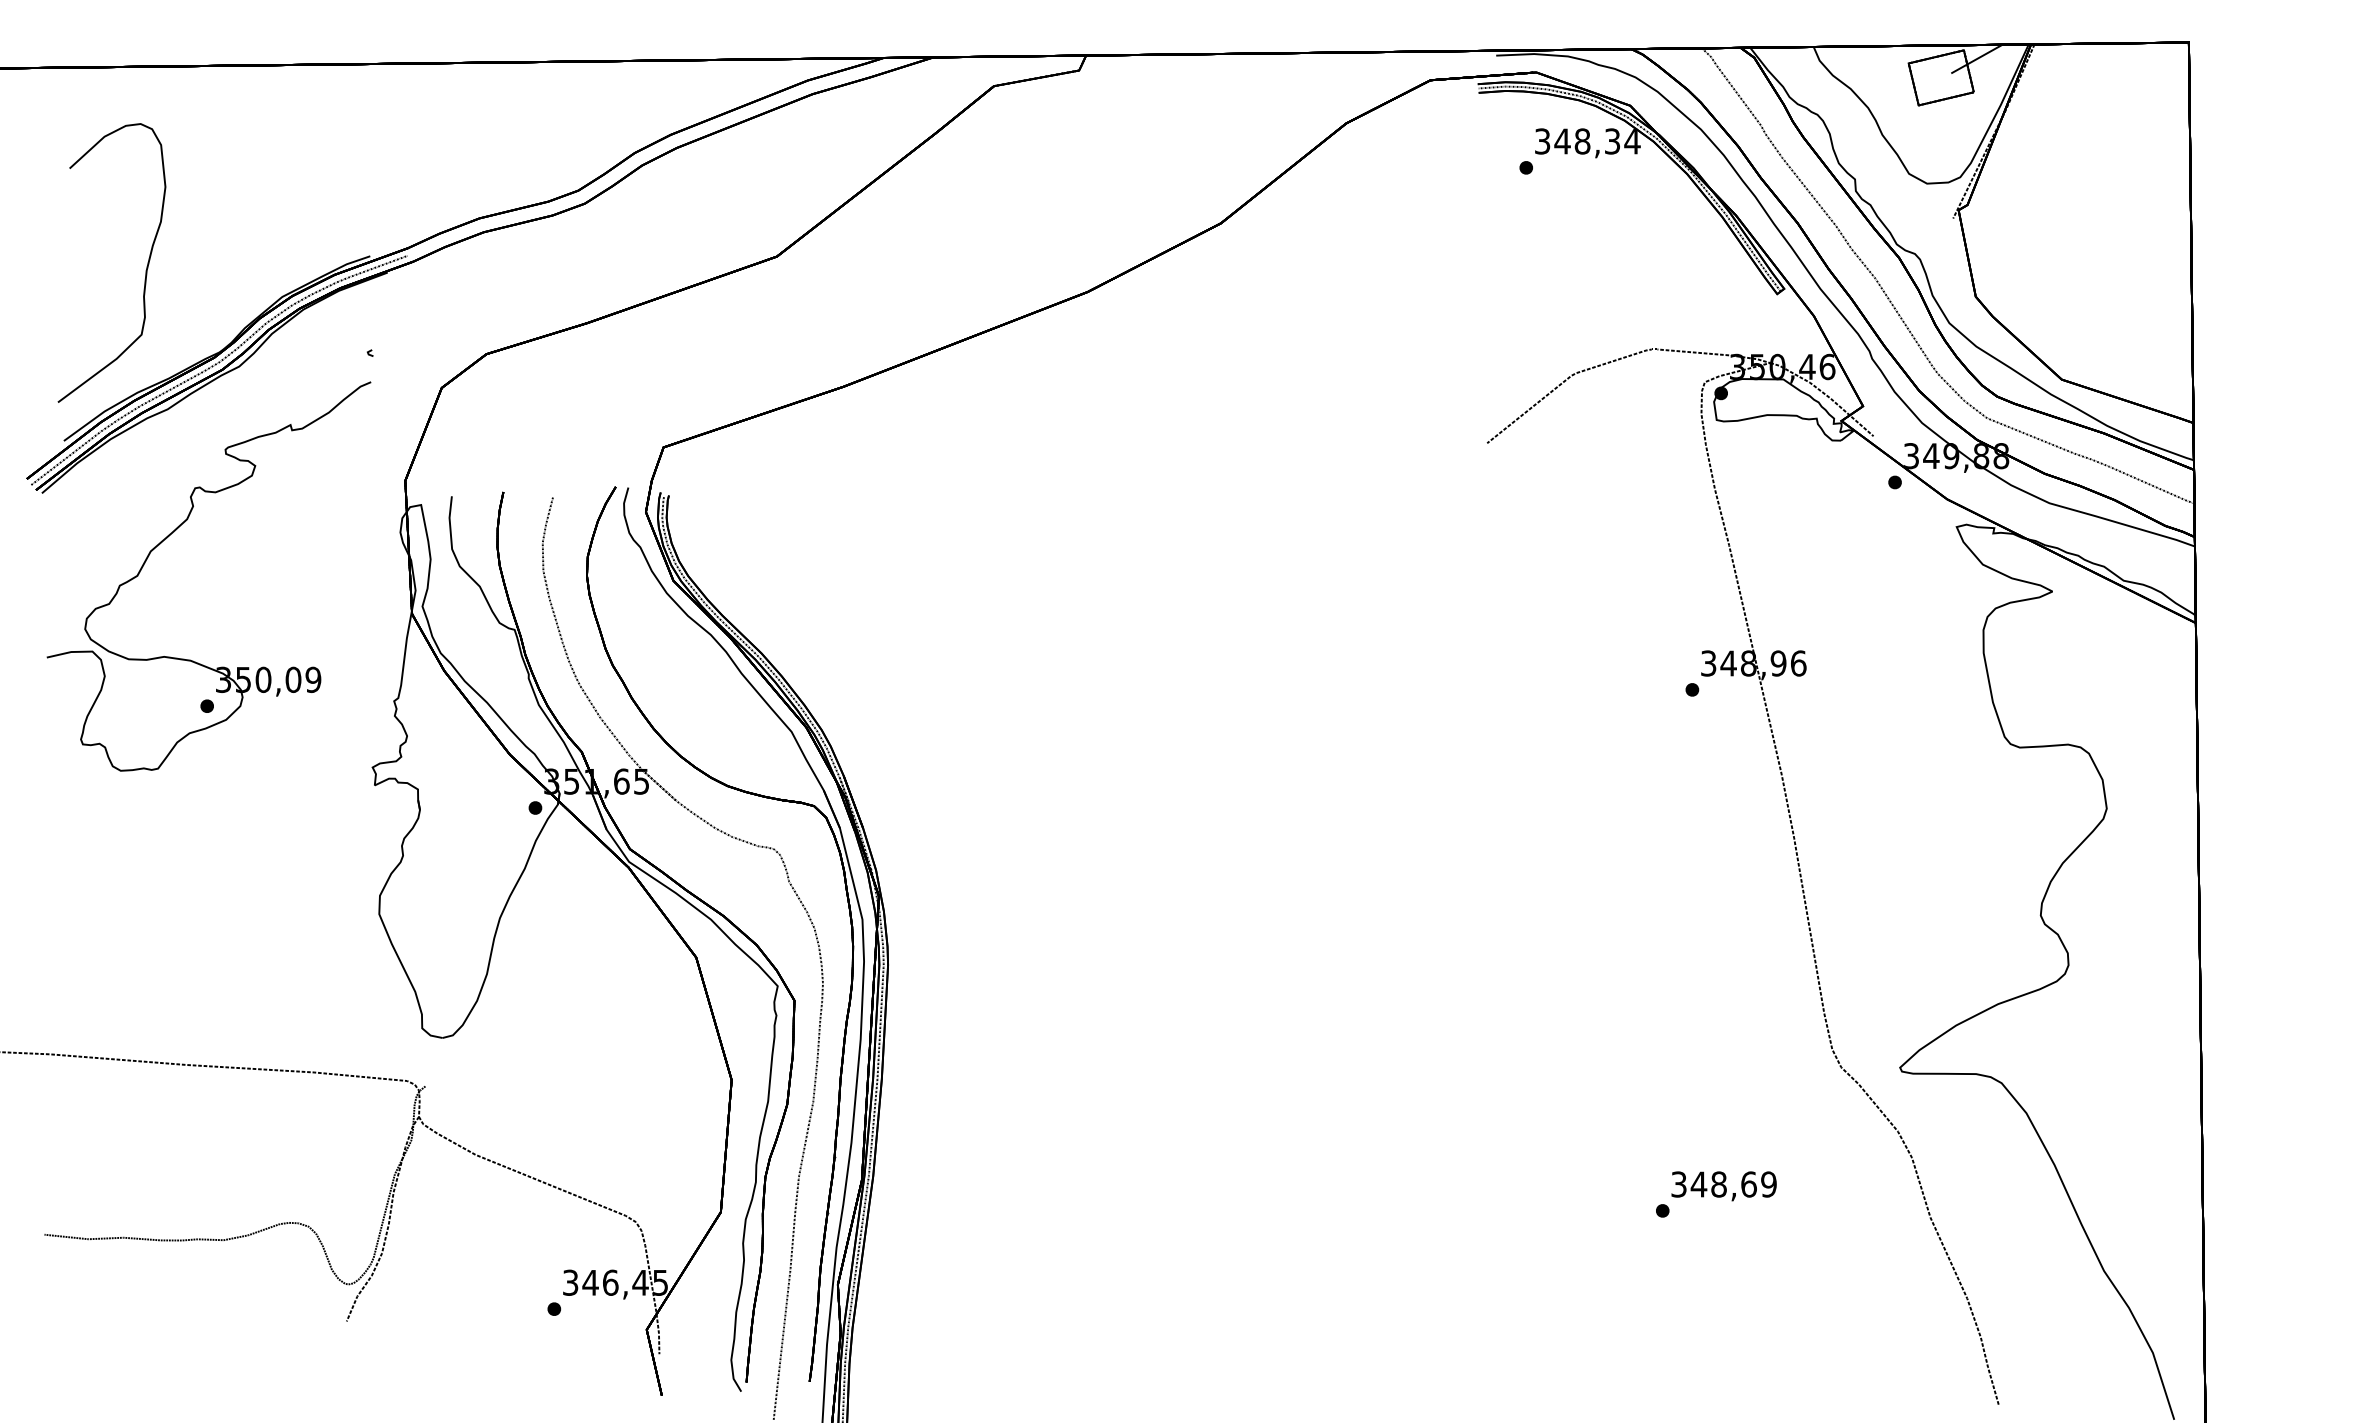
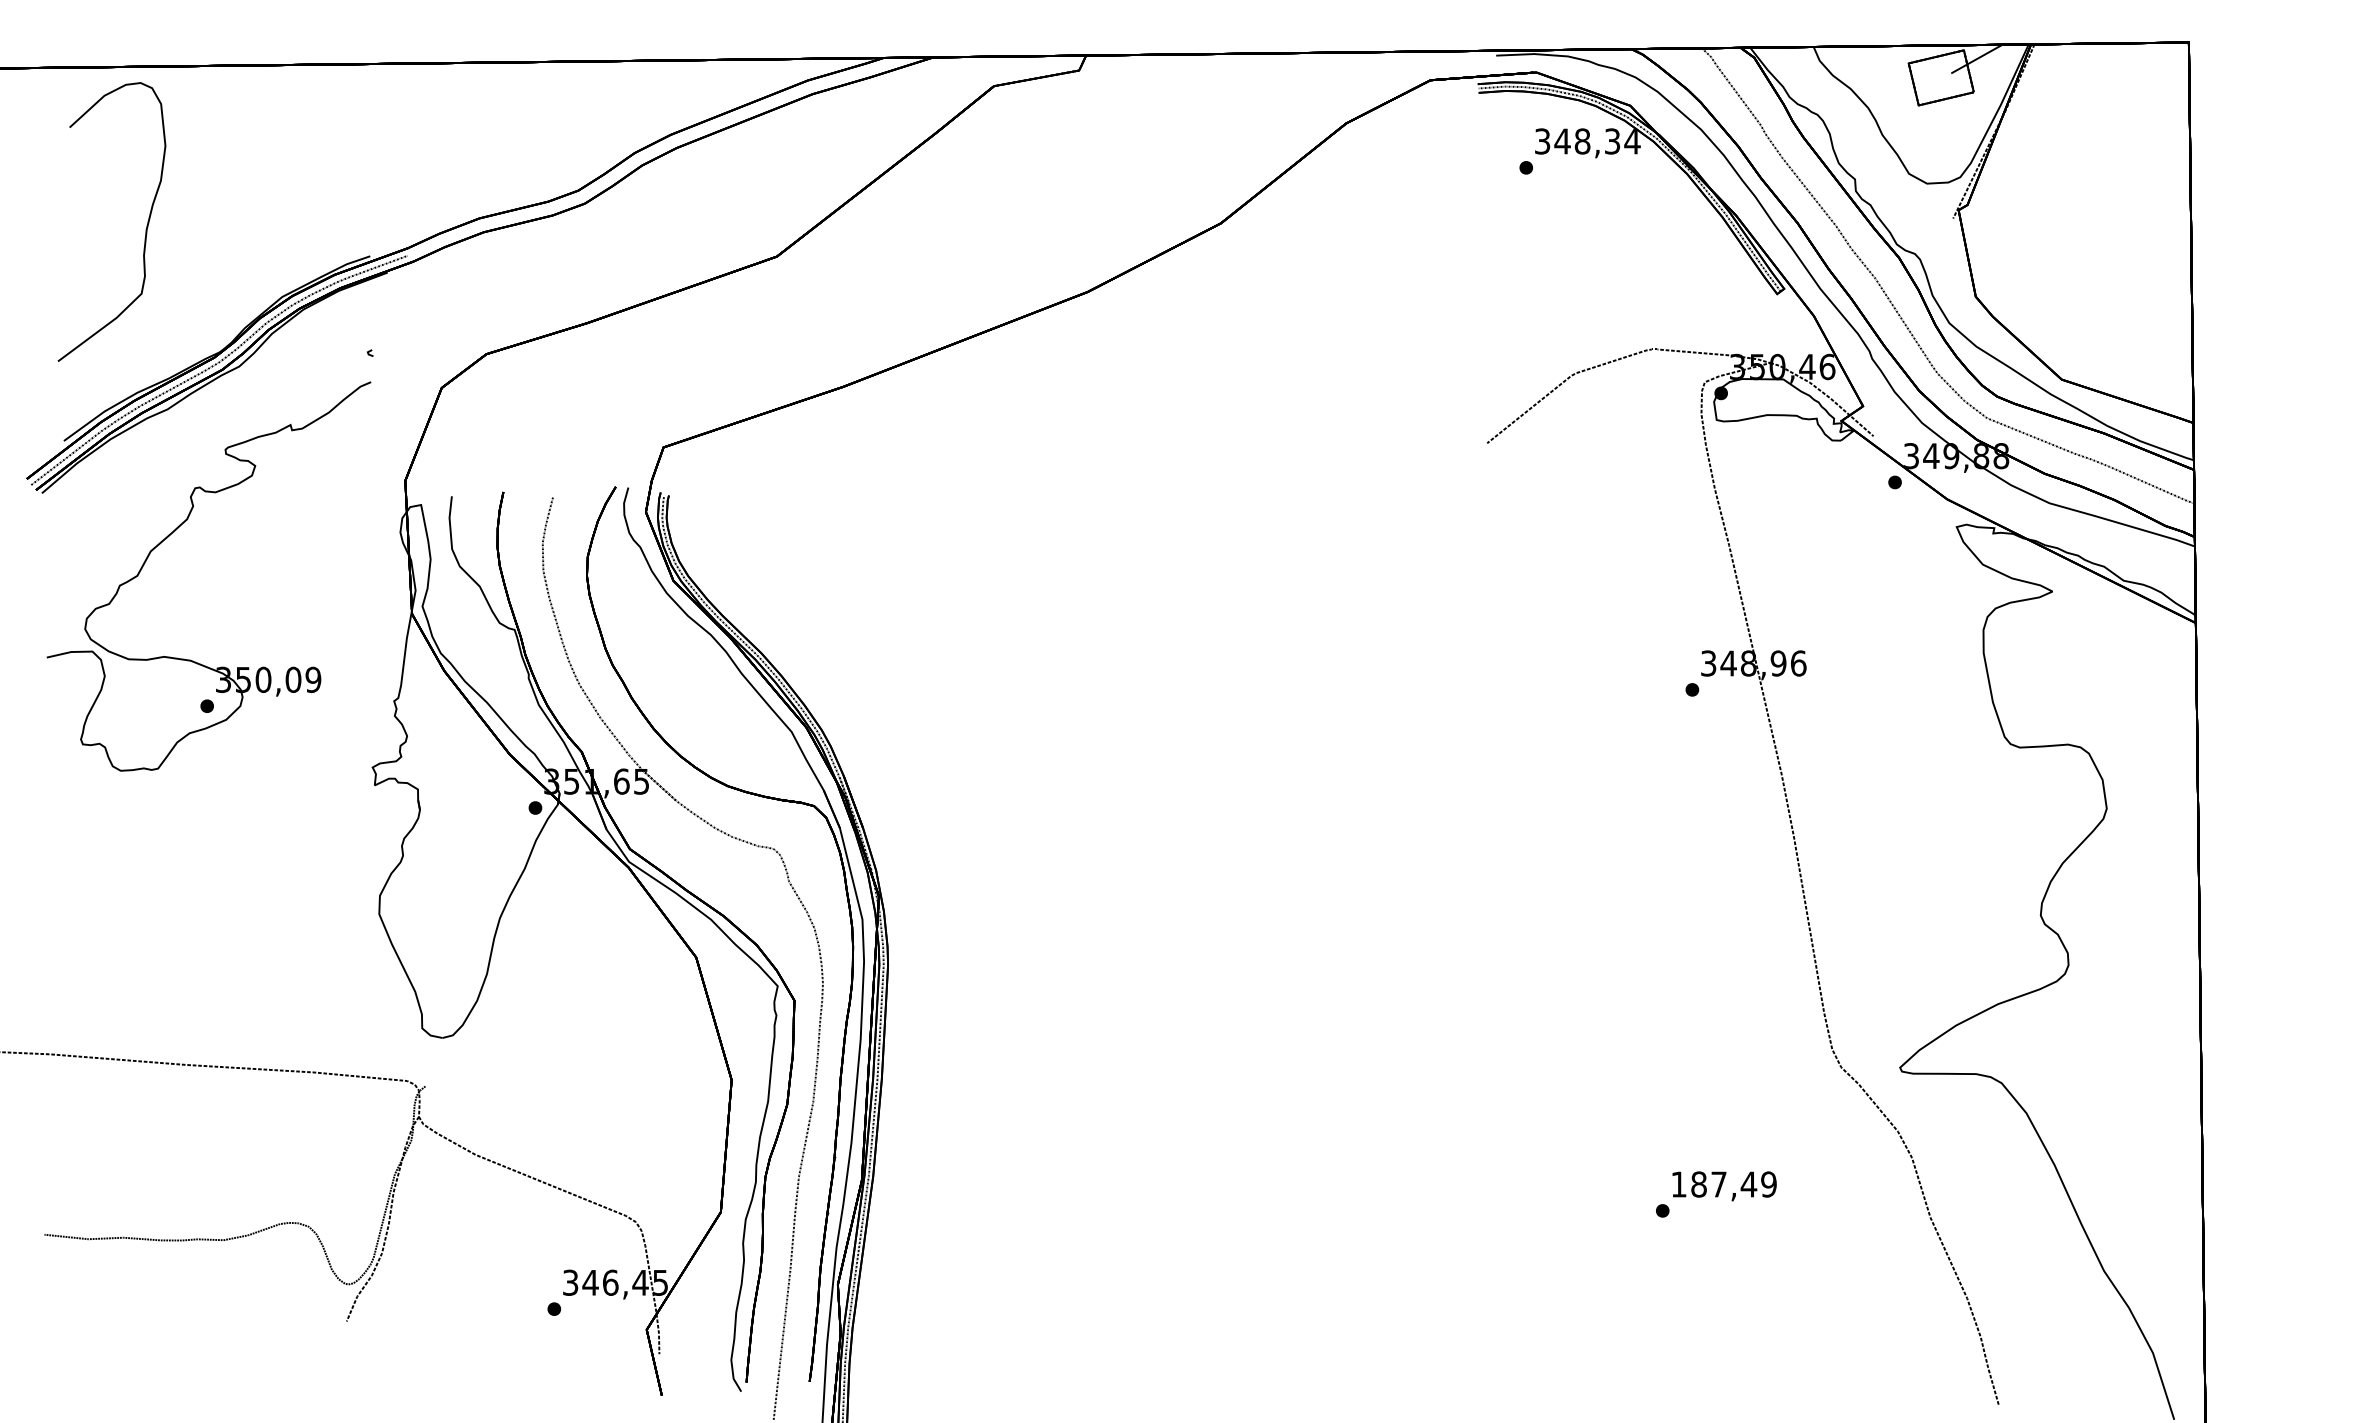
curve at (145, 270) position: (145, 270) -> (145, 229)
text at (1714, 1184): 348,69 -> 187,49
